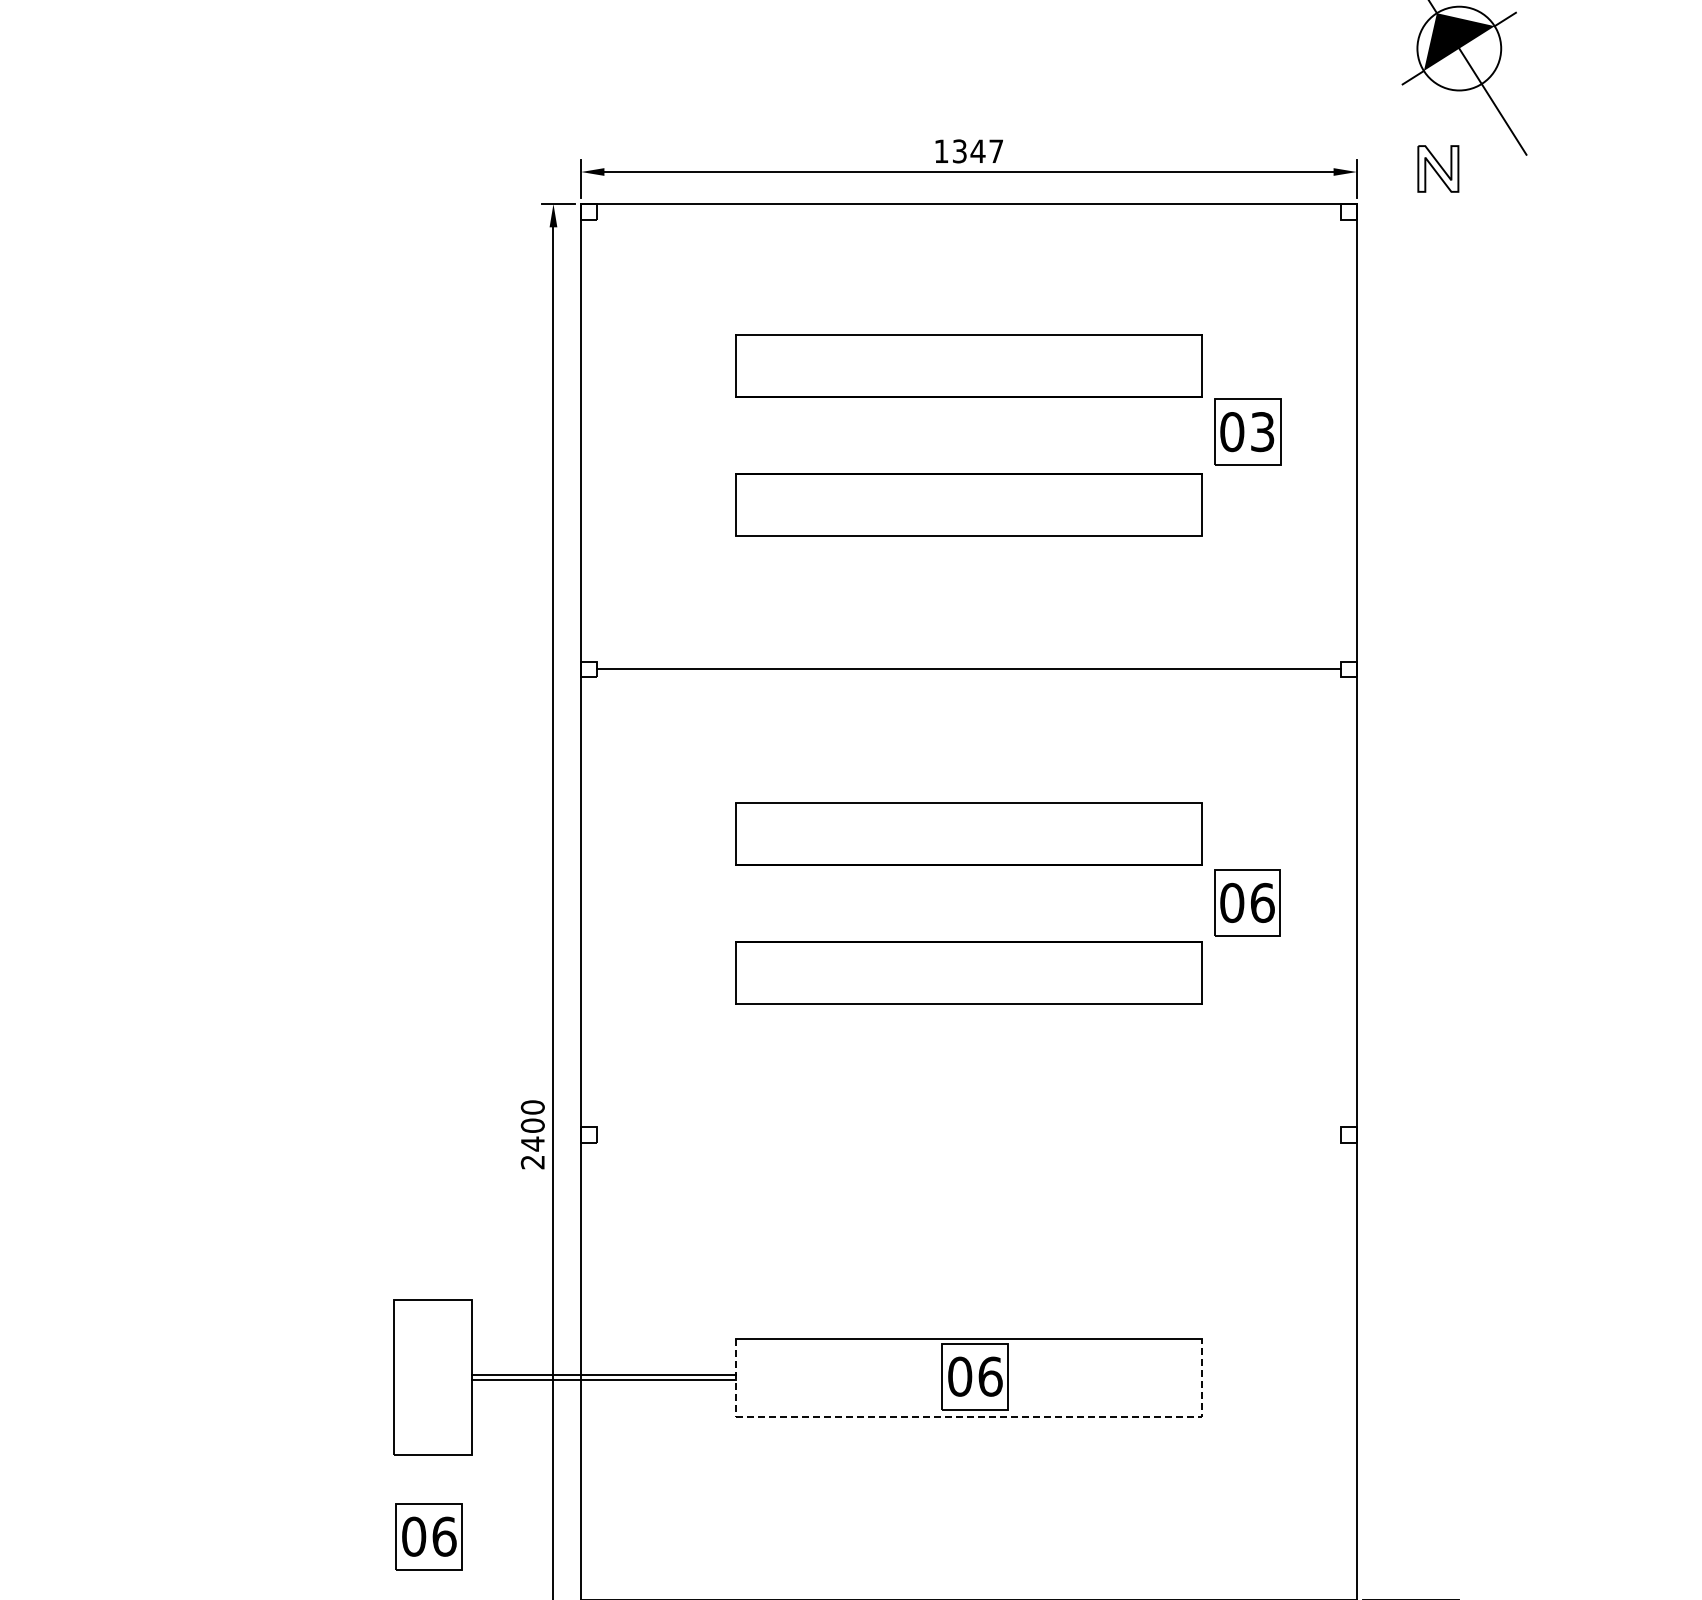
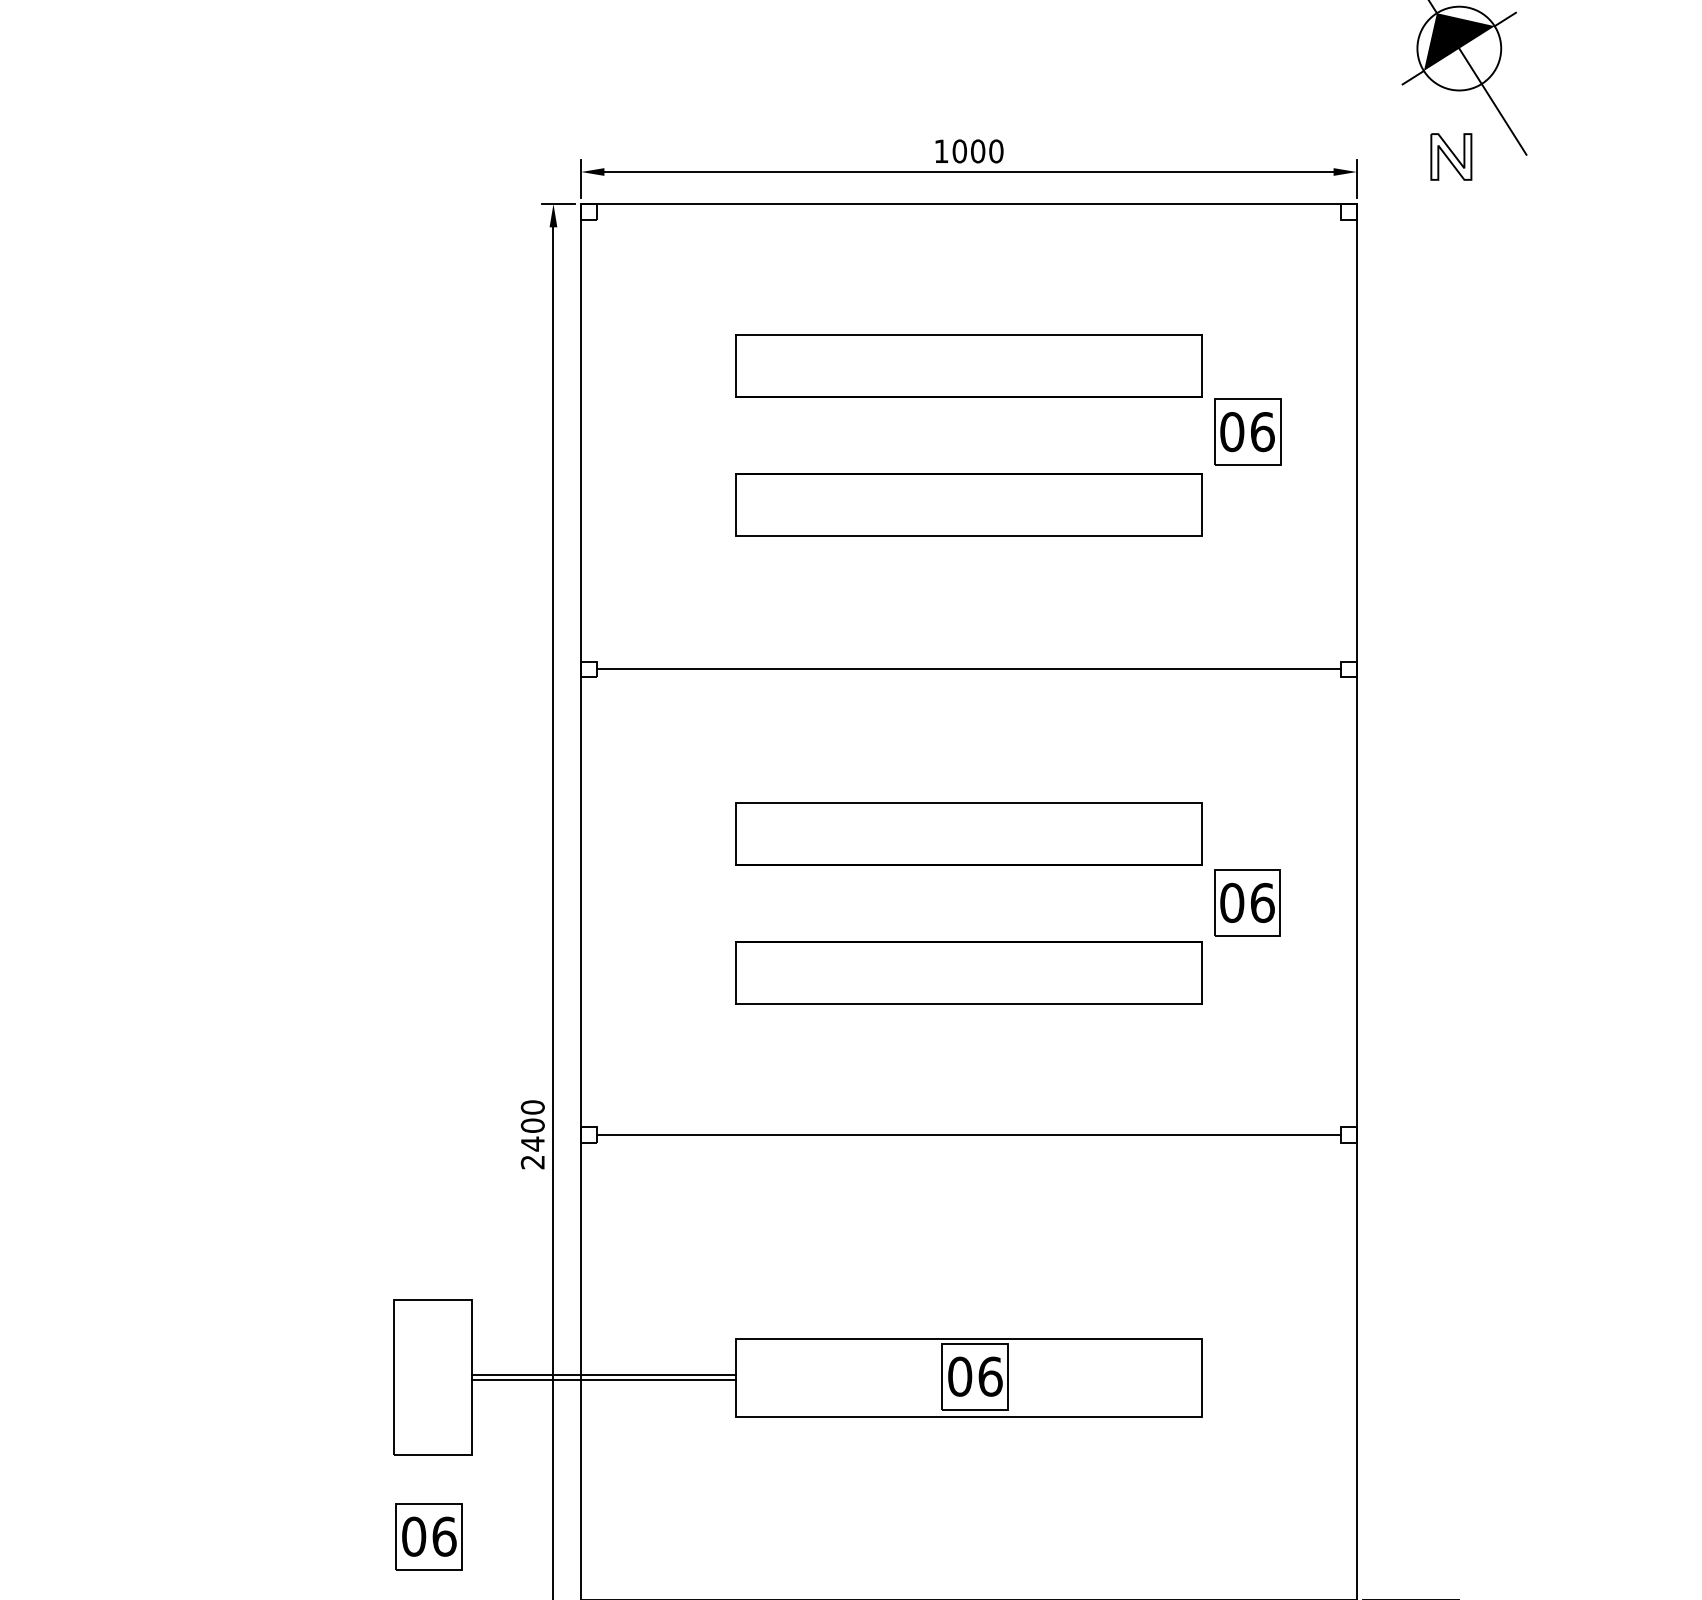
text at (977, 151): 1347 -> 1000
part at (1438, 168) position: (1438, 168) -> (1451, 156)
text at (1262, 432): 03 -> 06
line at (968, 1134): none -> present
line at (969, 1416): dashed -> solid
